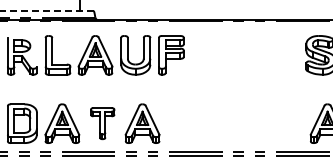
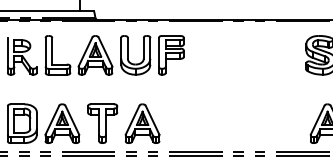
line at (46, 11): dashed -> solid
part at (102, 123) size: 26x34 px -> 32x41 px
